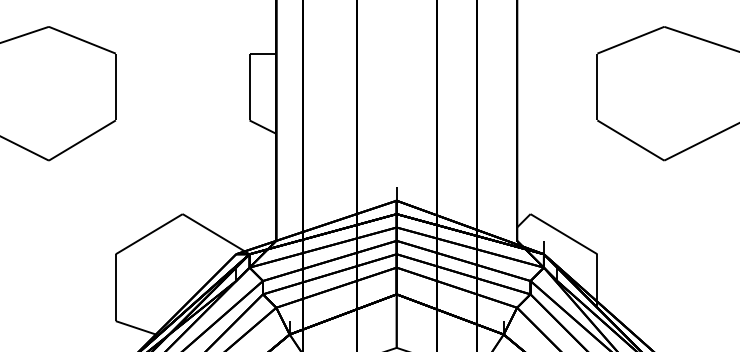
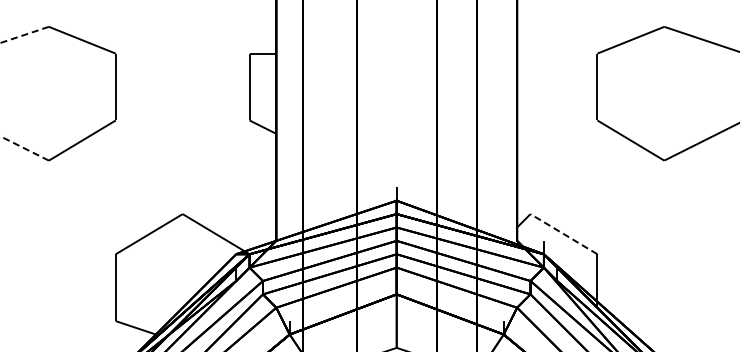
line at (24, 35): solid -> dashed
line at (24, 148): solid -> dashed
line at (563, 233): solid -> dashed
